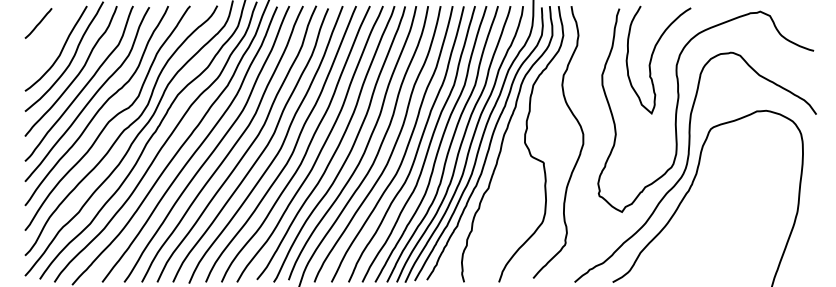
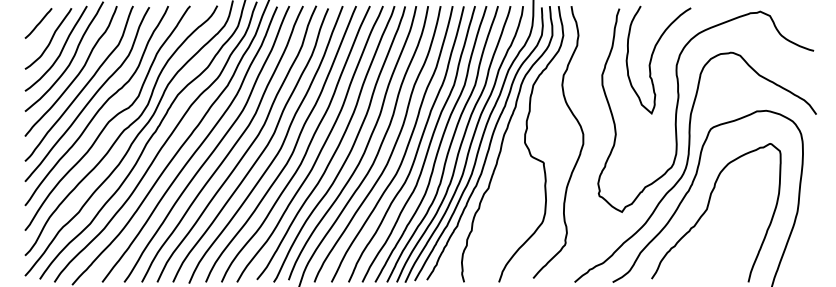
curve at (50, 39): none -> present
curve at (708, 208): none -> present
